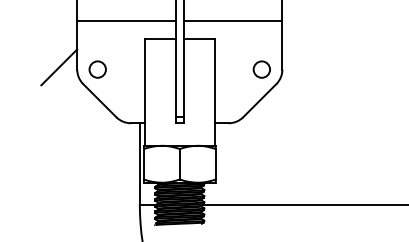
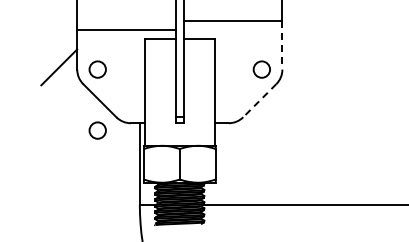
line at (126, 20) position: (126, 20) -> (126, 29)
line at (282, 45): solid -> dashed
line at (259, 101): solid -> dashed
circle at (97, 130): none -> present
